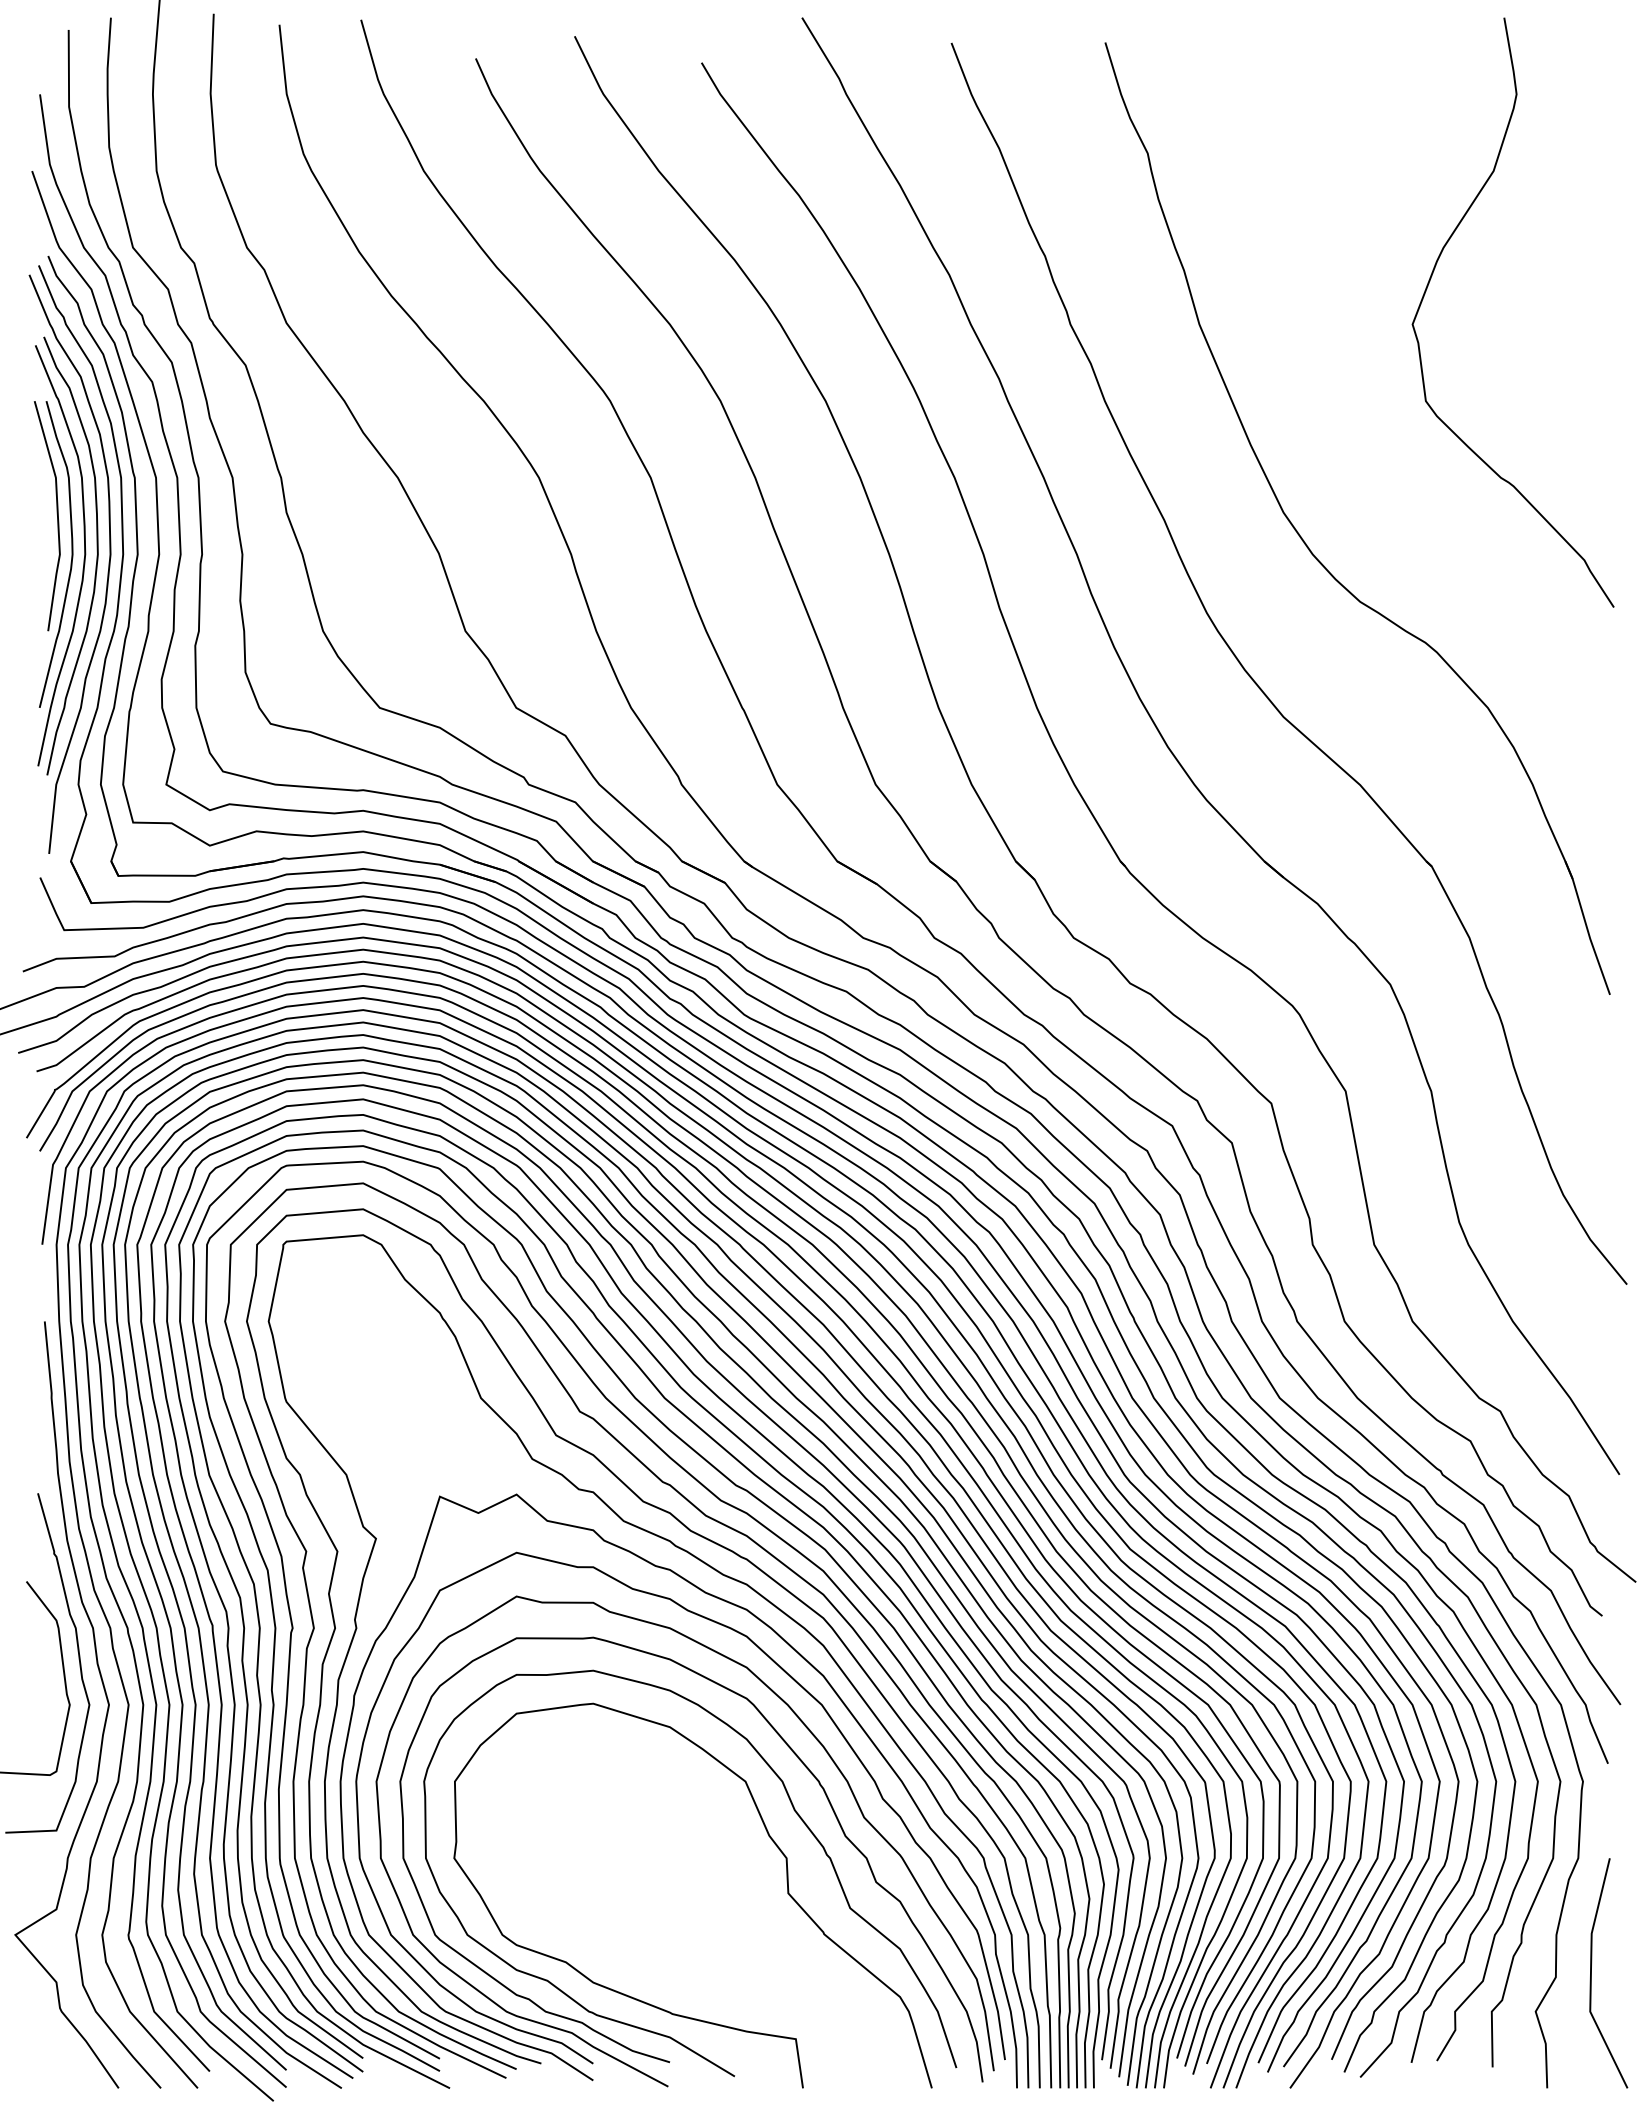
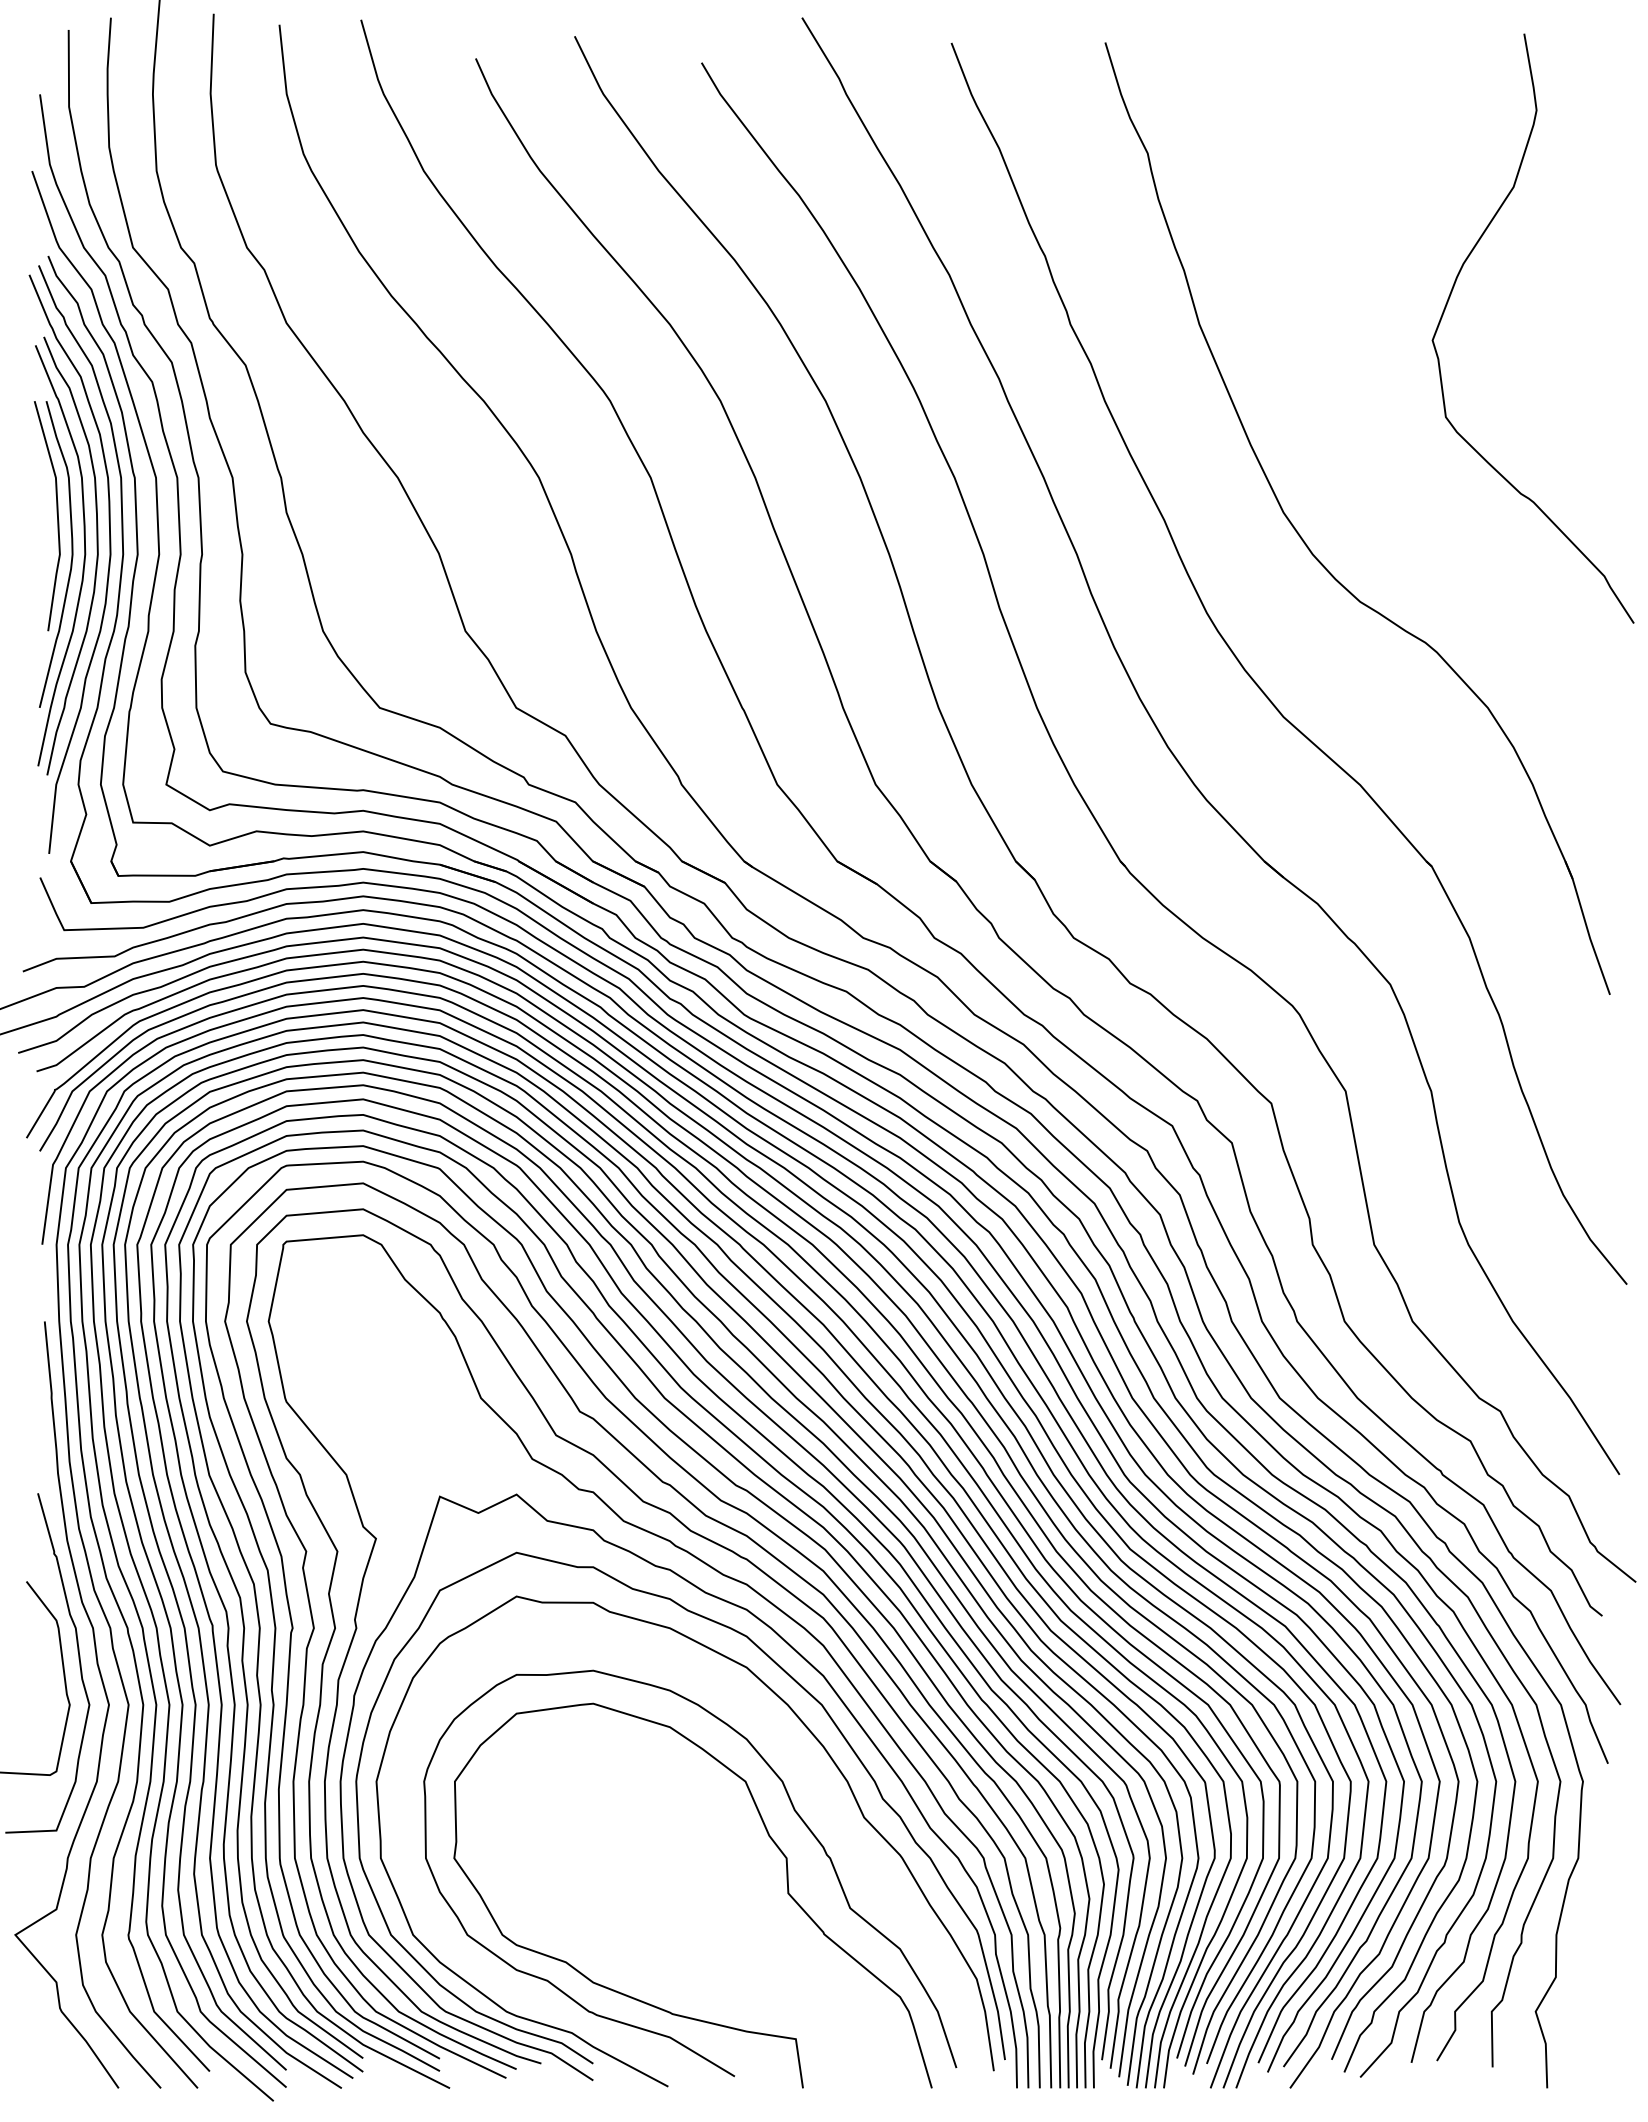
curve at (1430, 281) position: (1430, 281) -> (1450, 297)
curve at (804, 1766): present -> none
line at (1591, 1973): present -> none
